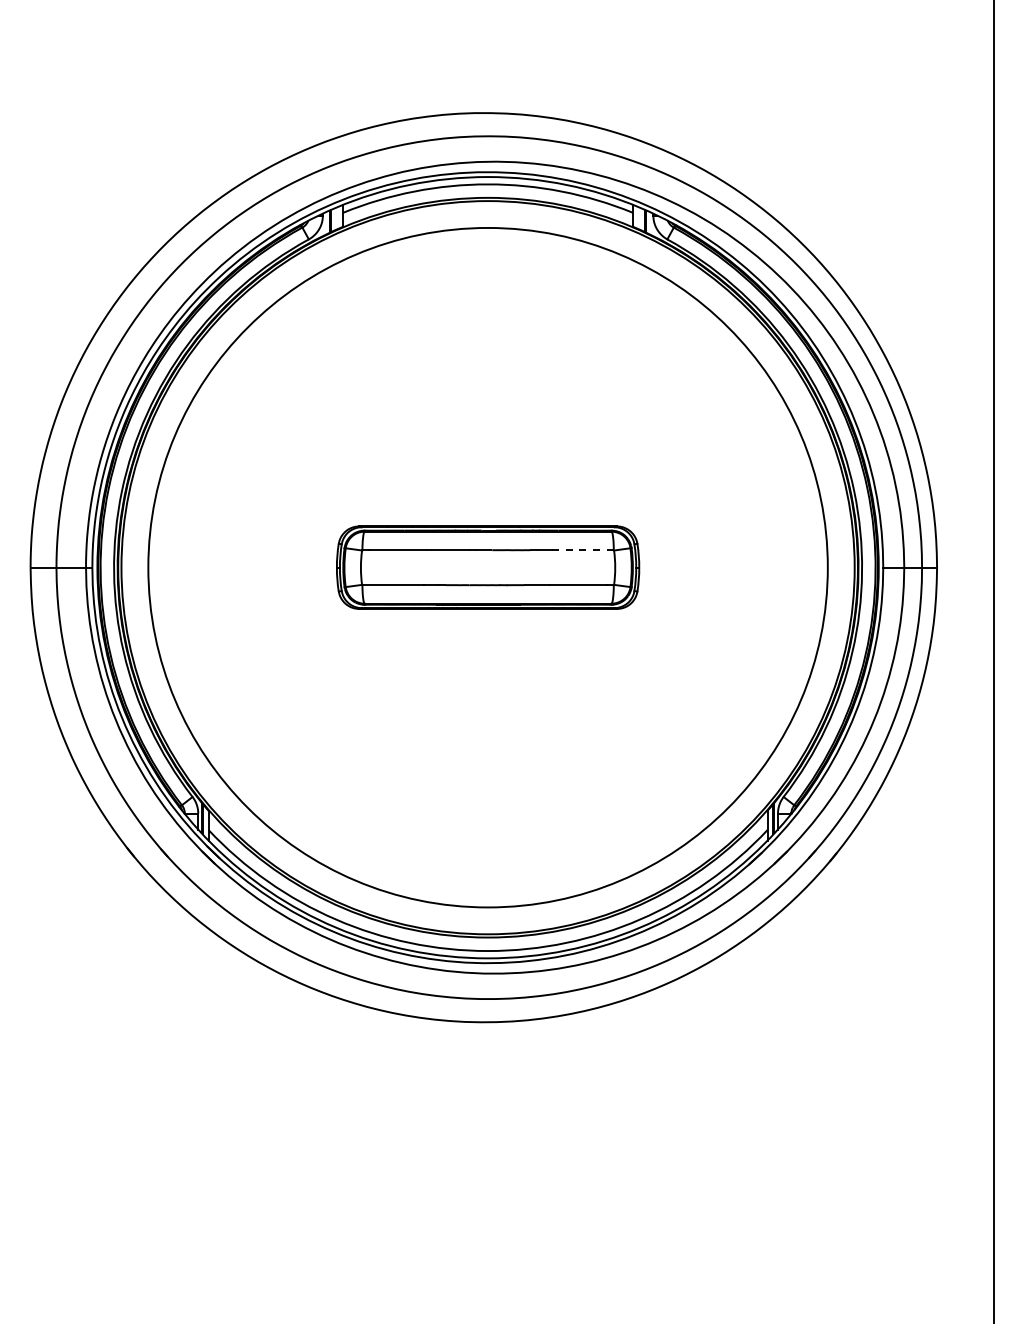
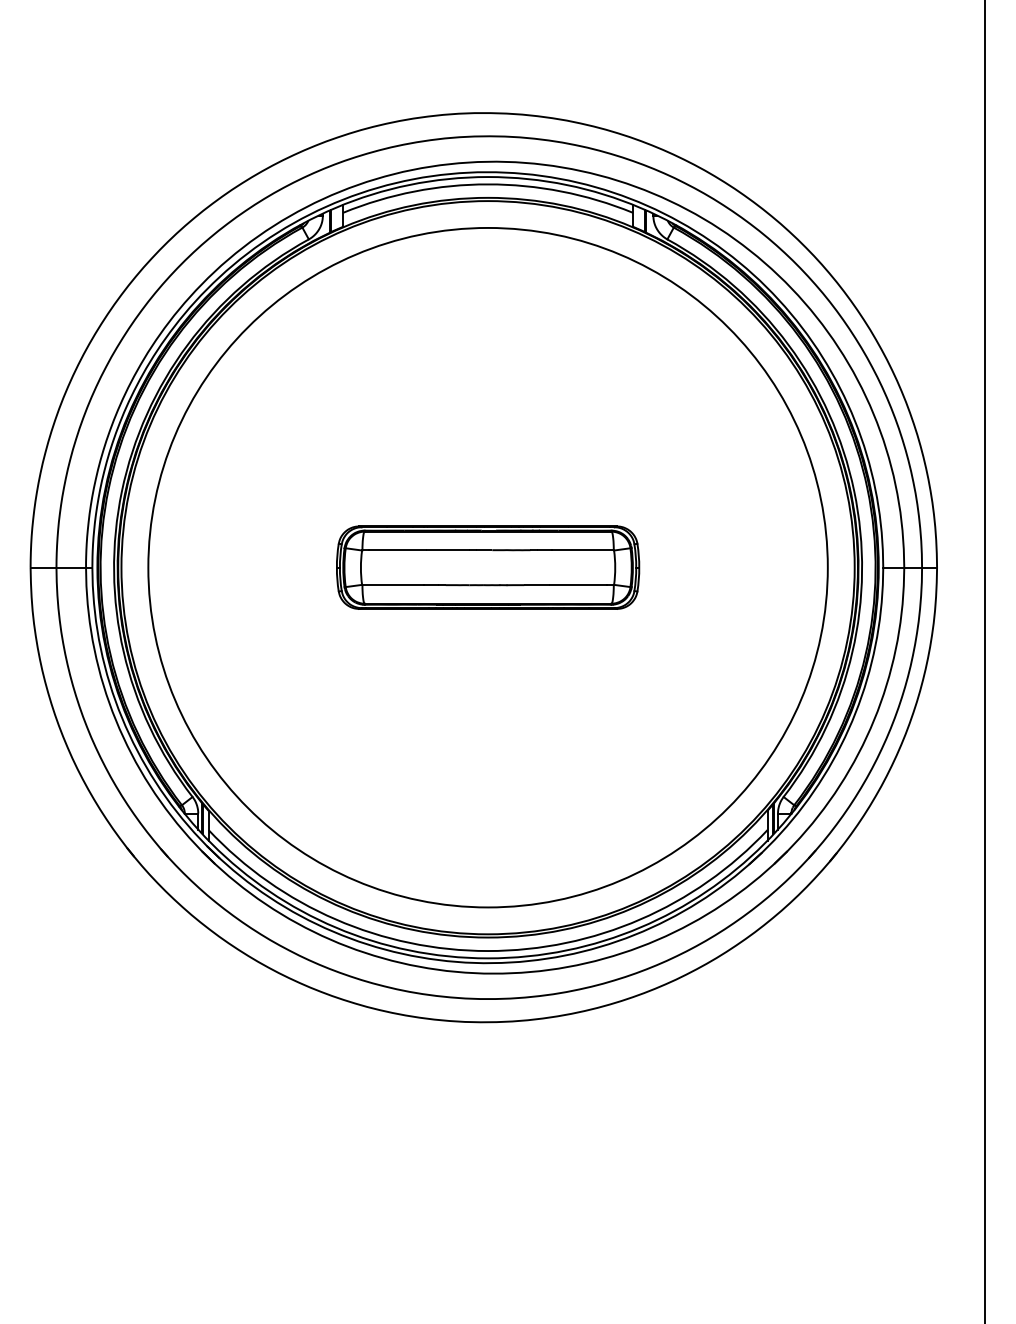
line at (583, 550): dashed -> solid
line at (994, 661) position: (994, 661) -> (985, 661)
